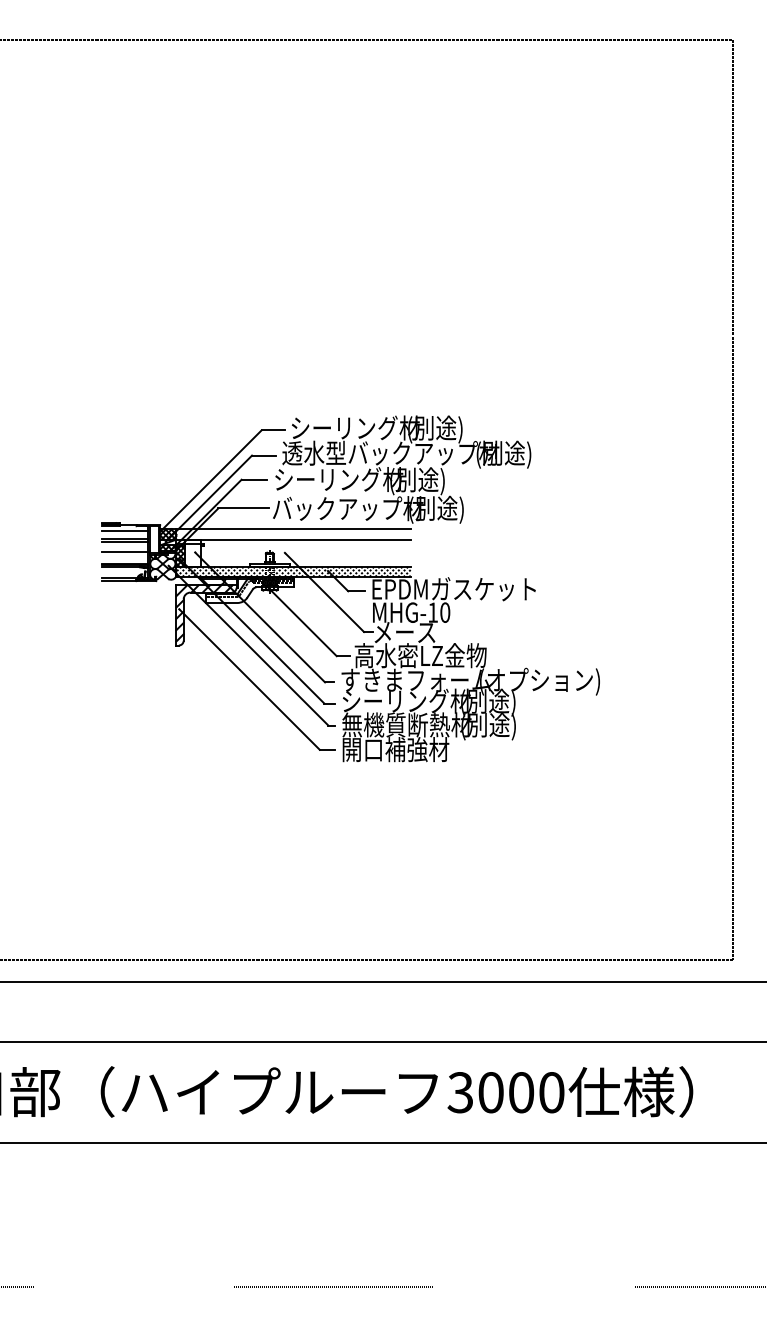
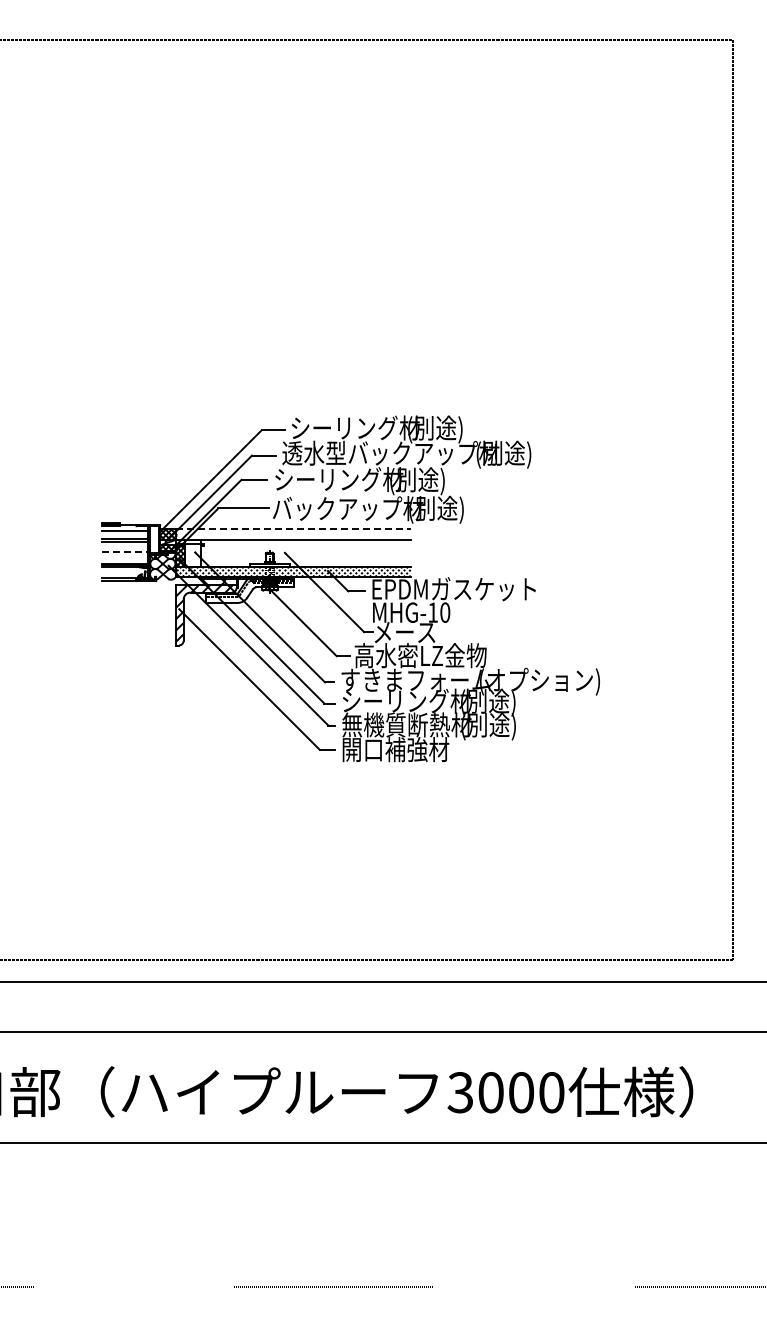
line at (294, 529): solid -> dashed
line at (125, 552): solid -> dashed
line at (382, 1042) position: (382, 1042) -> (382, 1032)
